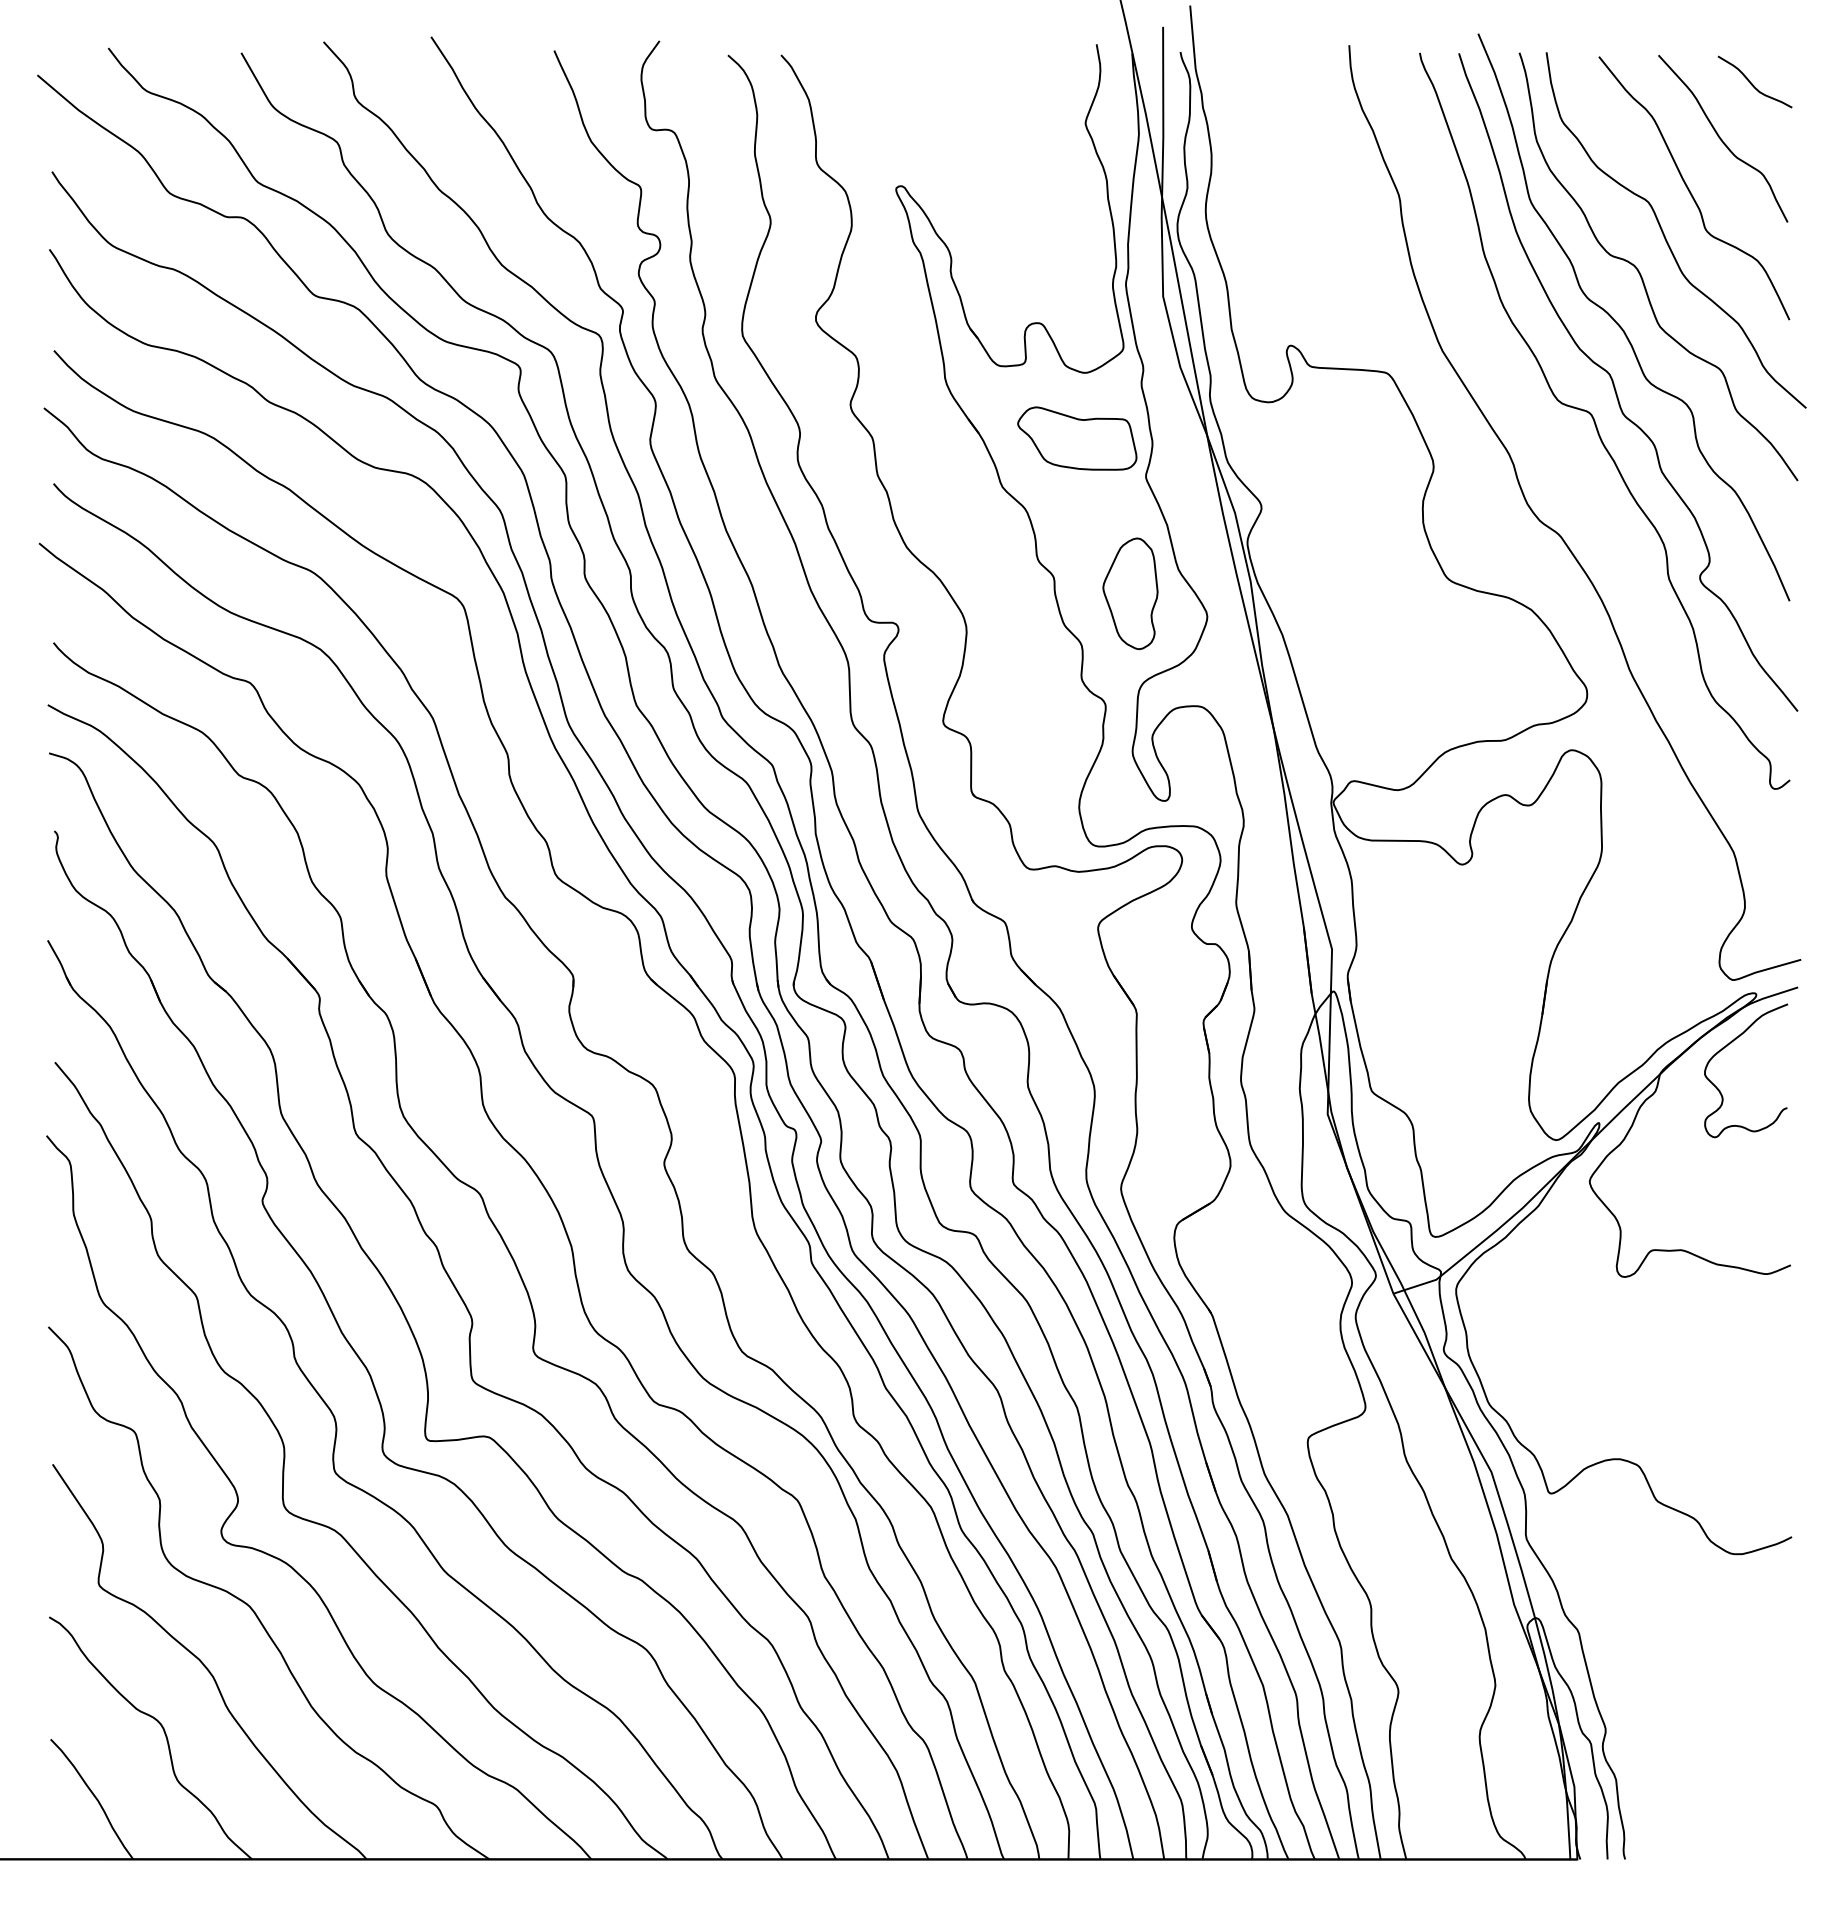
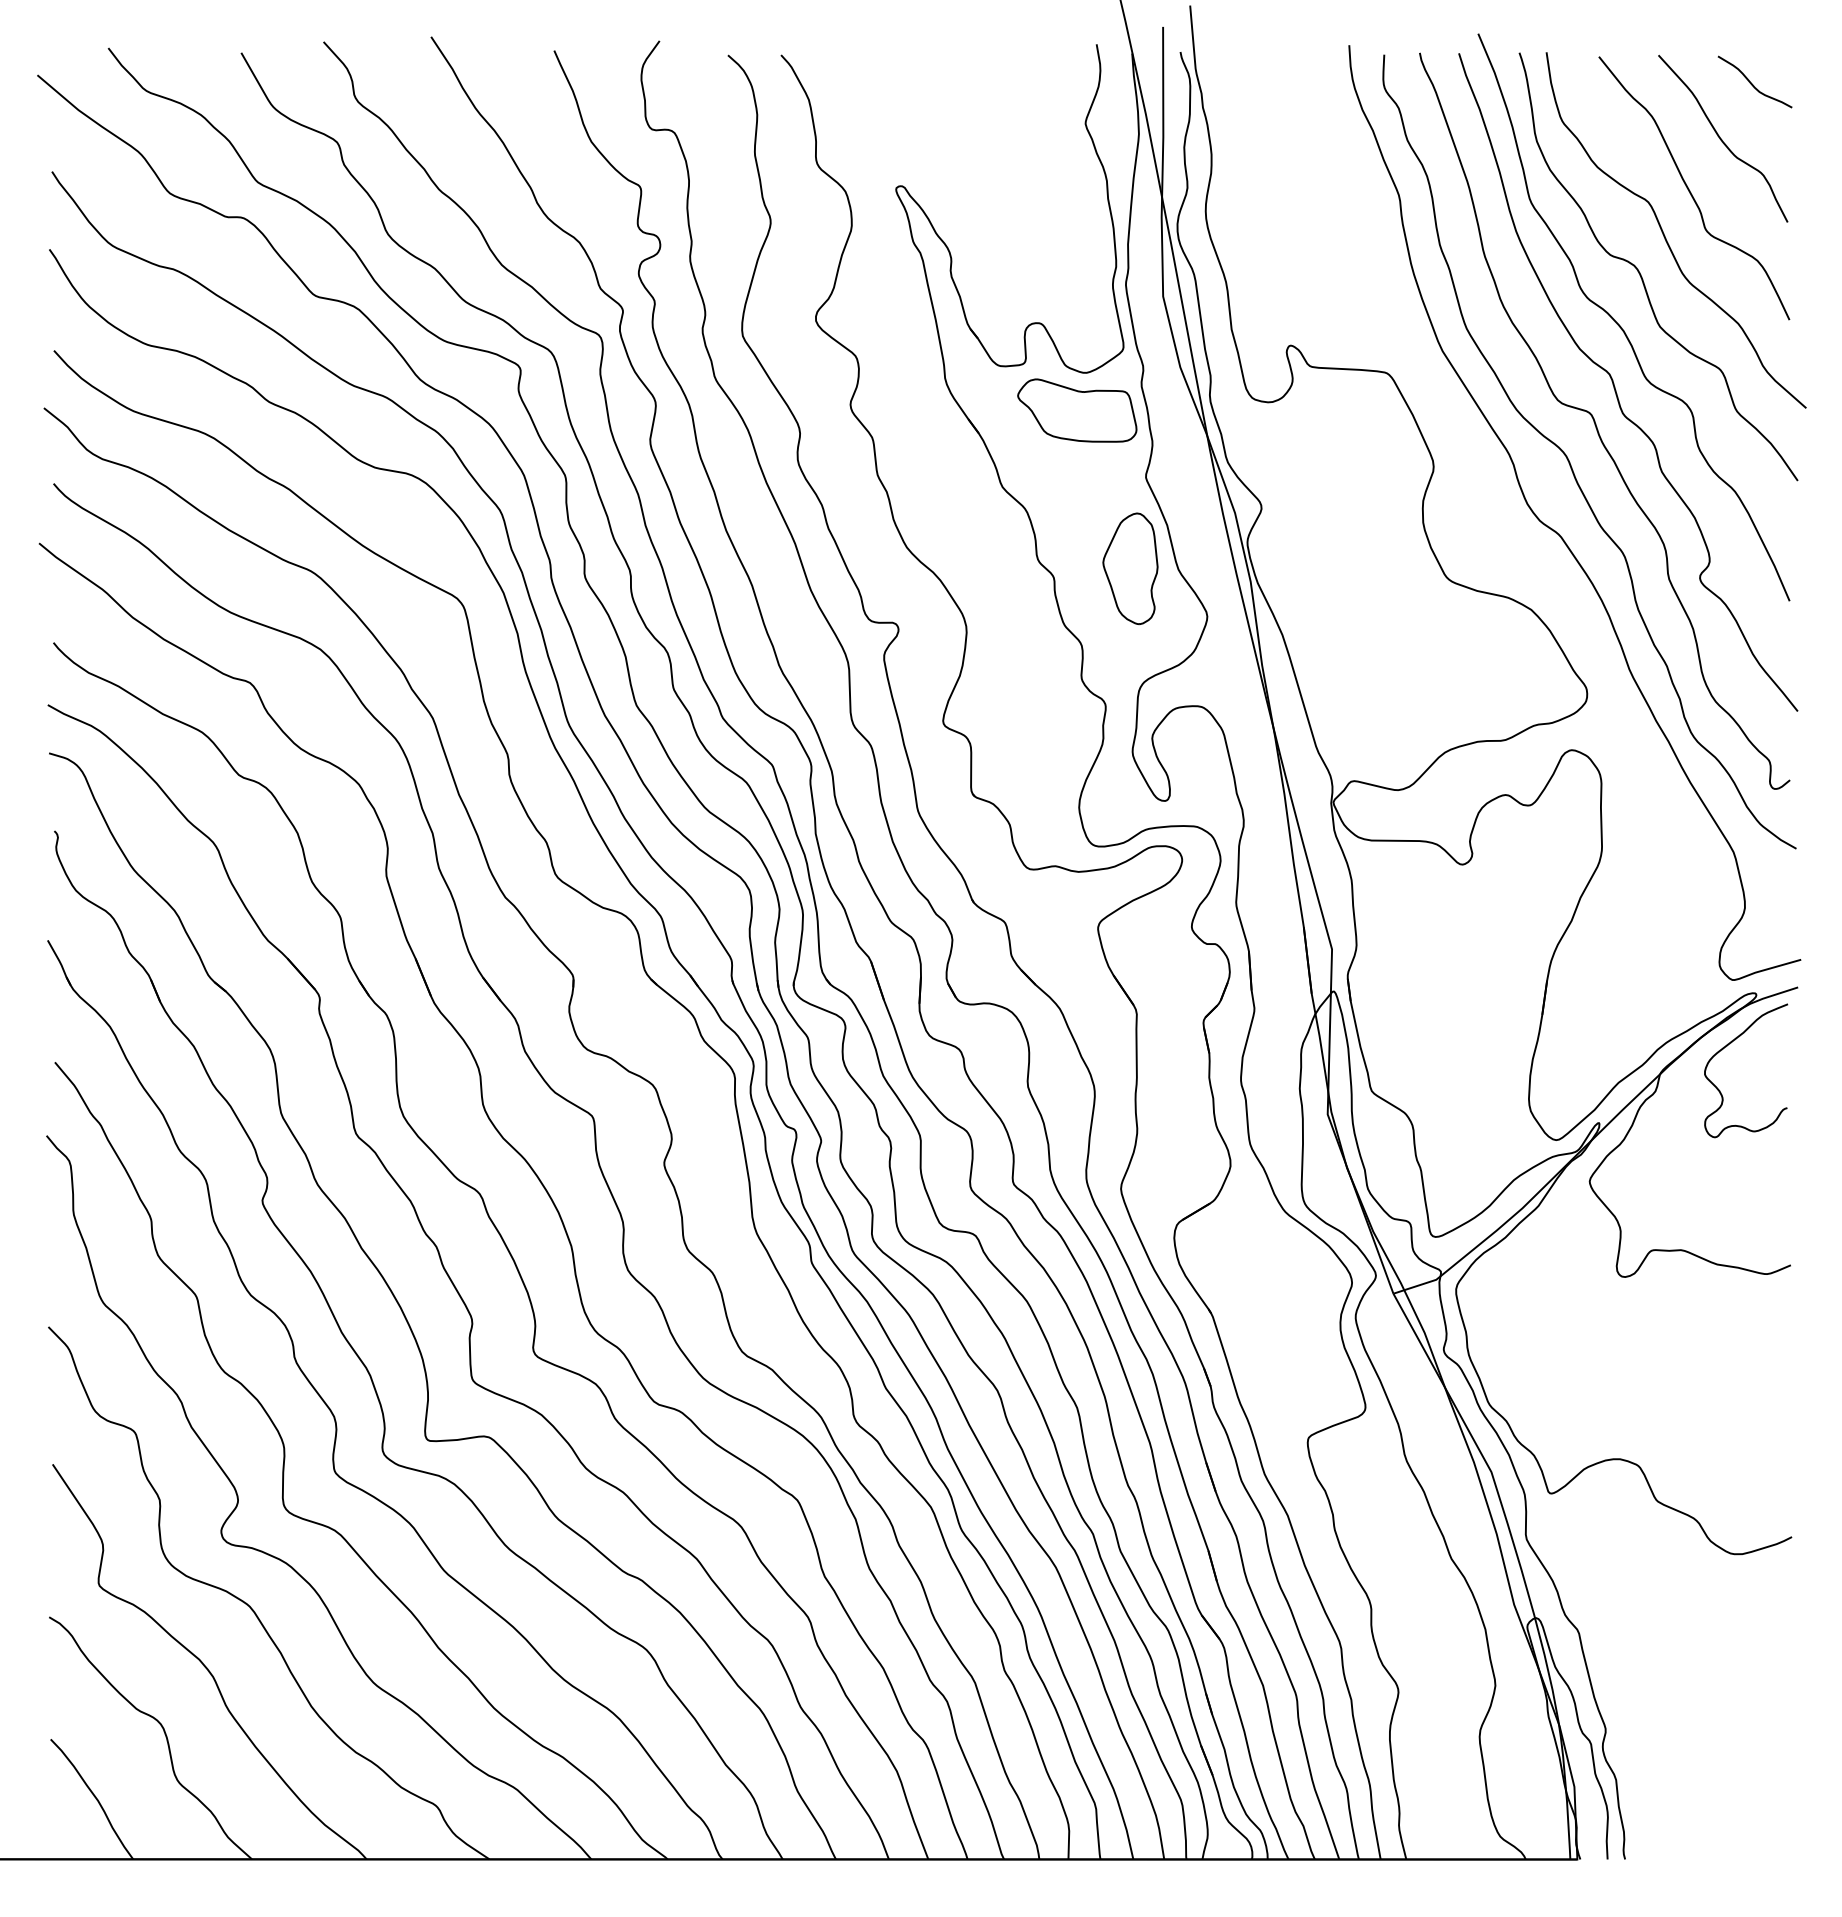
part at (1077, 438) position: (1077, 438) -> (1077, 410)
curve at (1569, 460): none -> present
part at (1130, 593) position: (1130, 593) -> (1130, 568)
